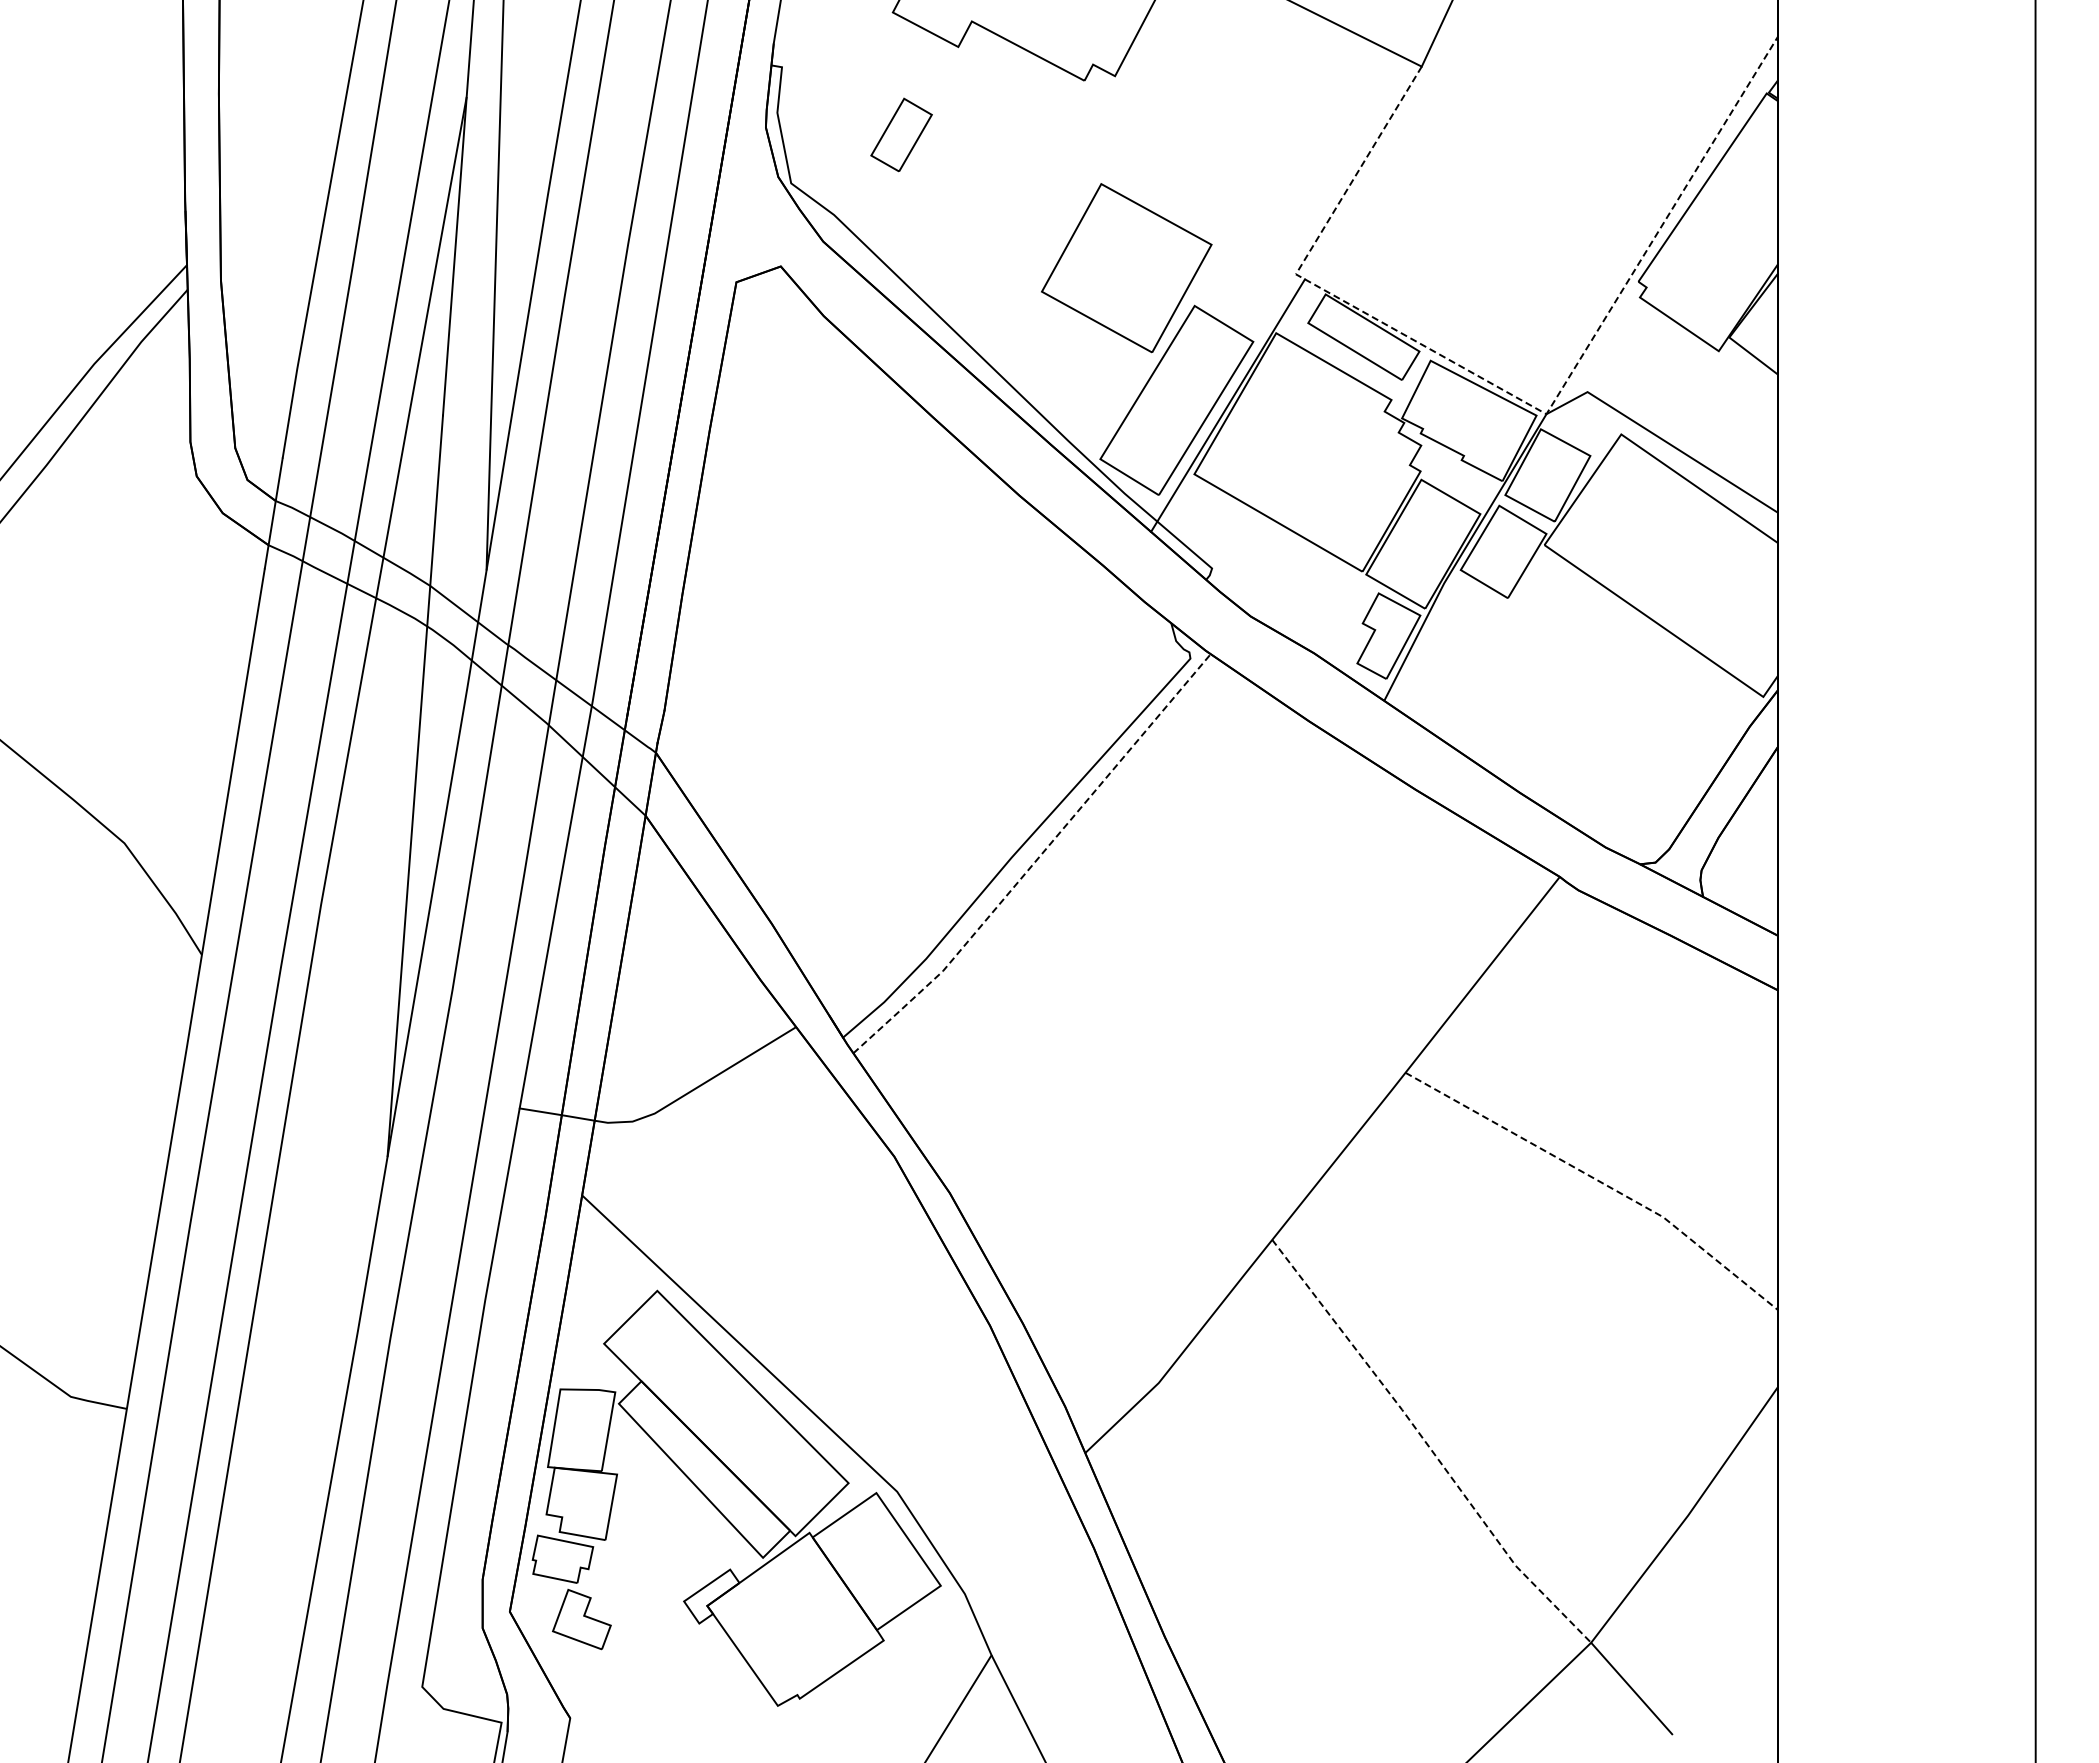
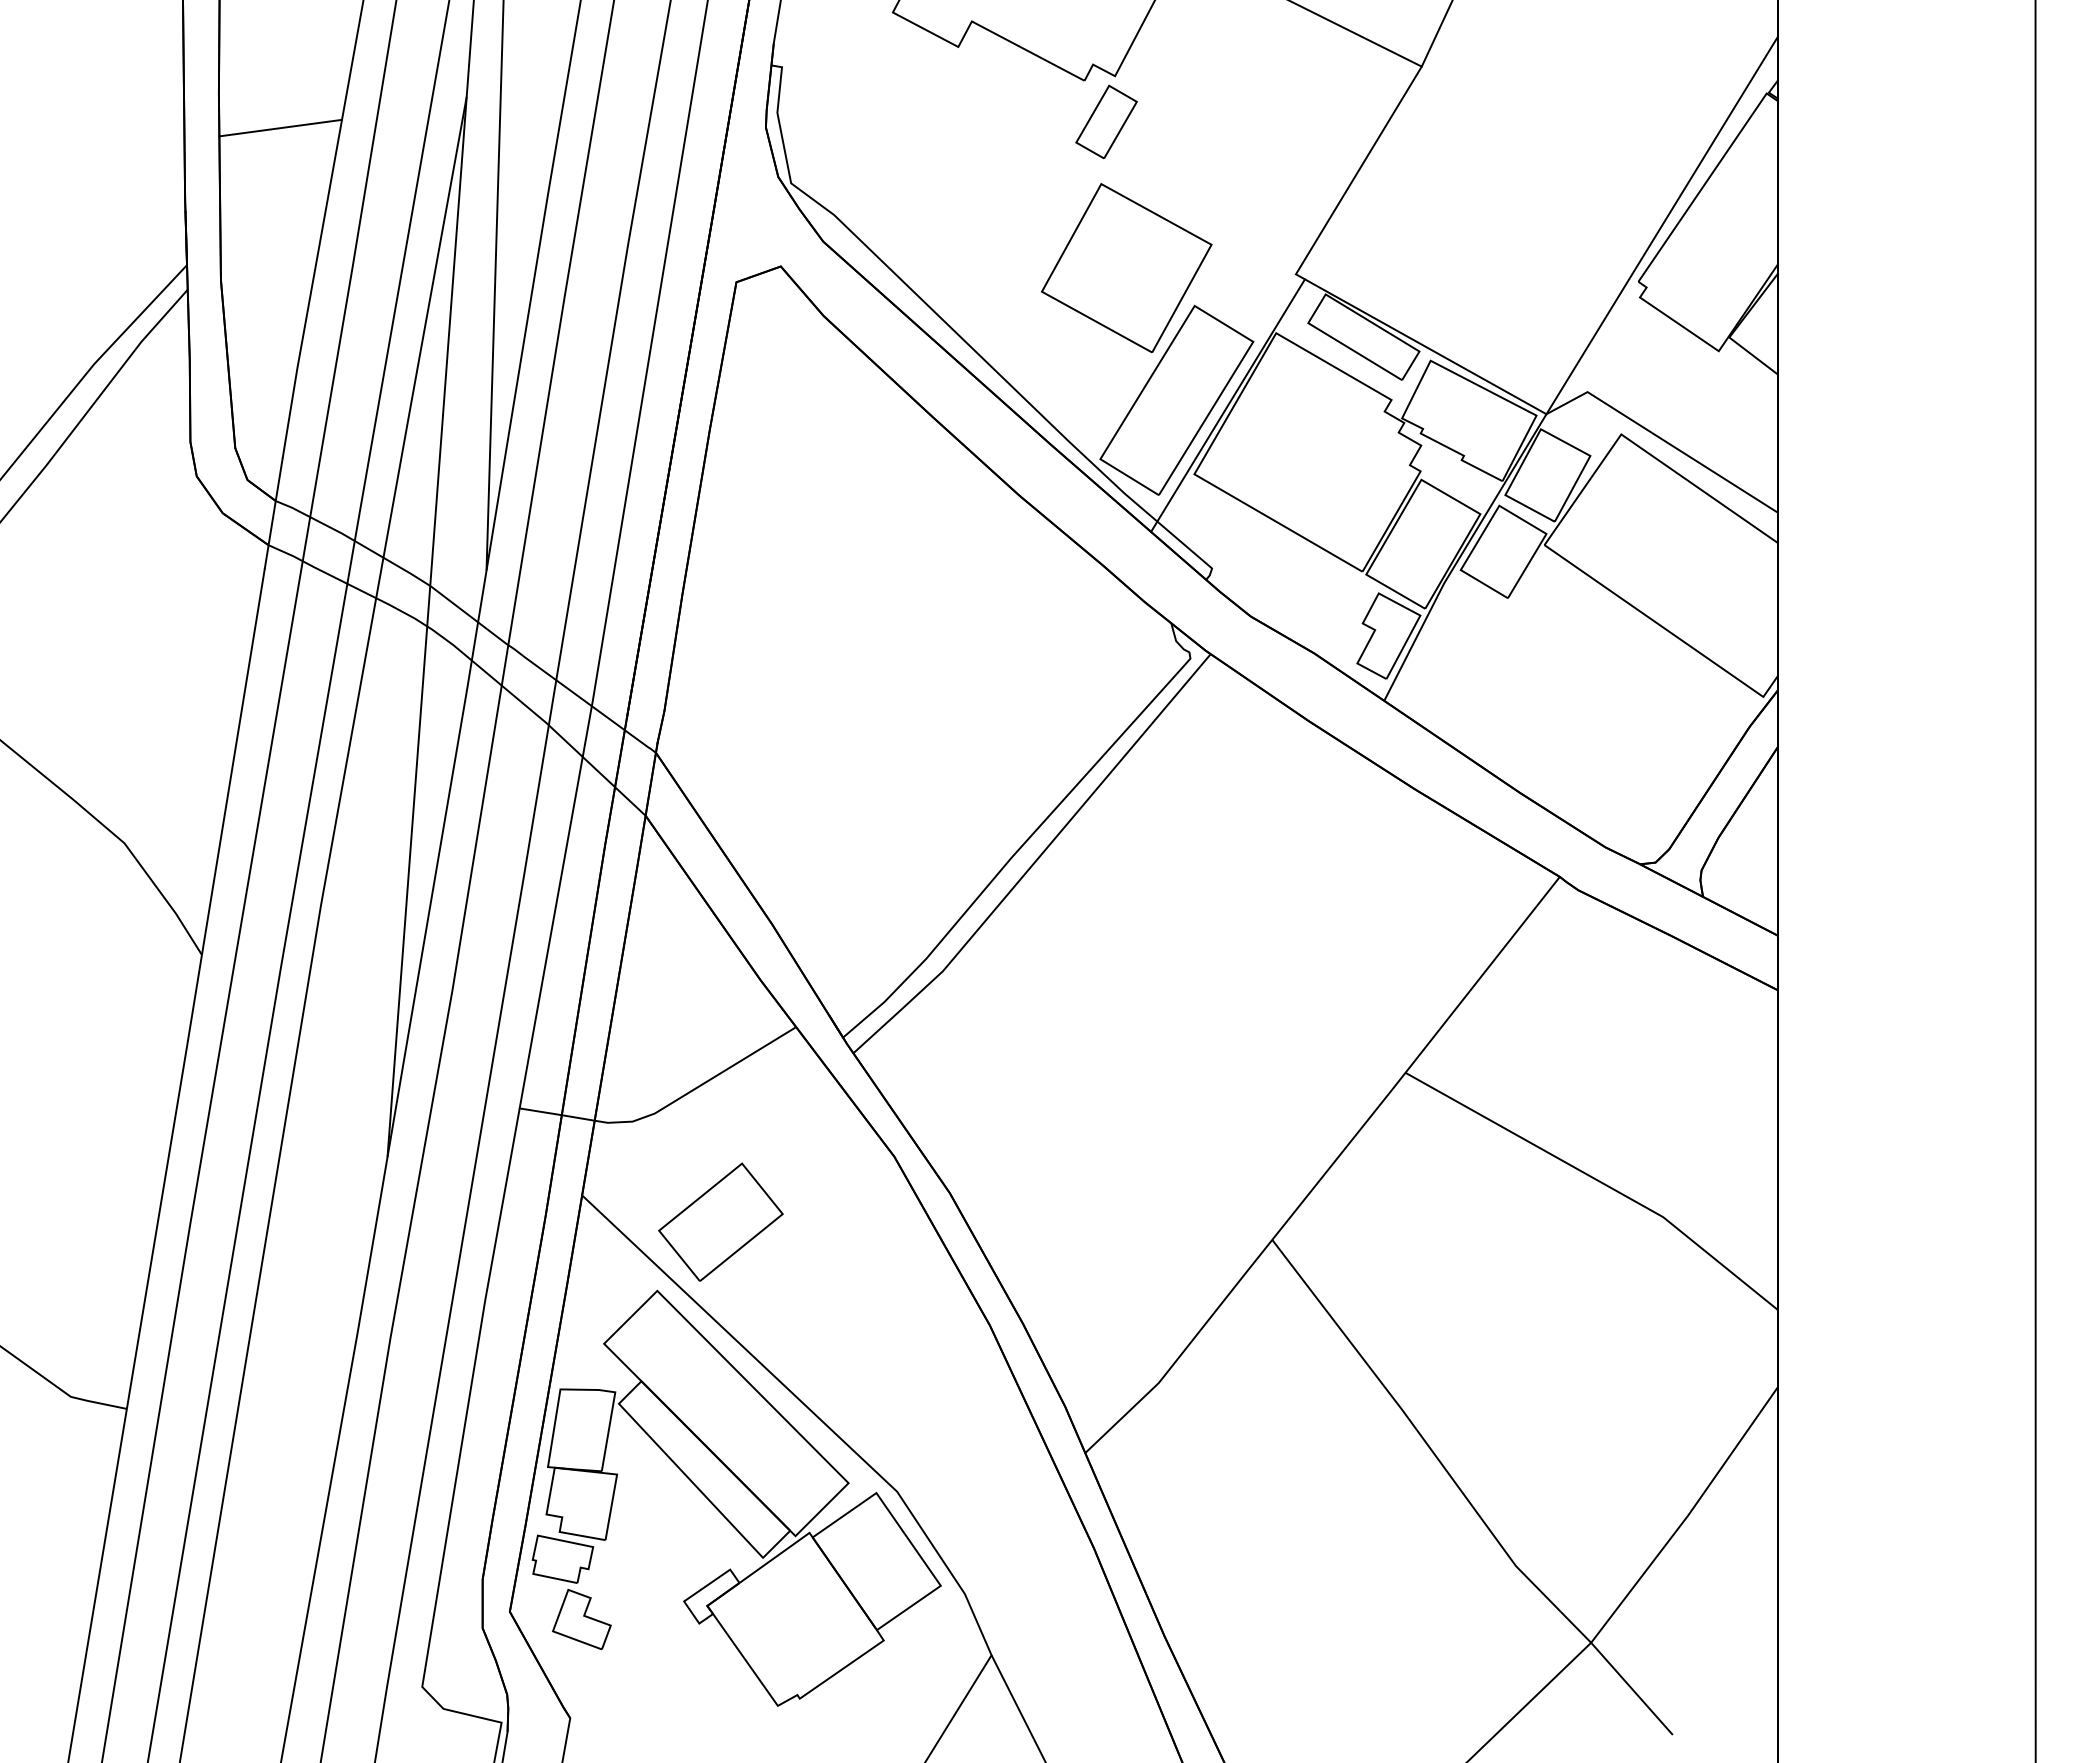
line at (280, 127): none -> present
part at (901, 134) position: (901, 134) -> (1106, 121)
line at (1508, 393): dashed -> solid
line at (1036, 860): dashed -> solid
line at (1599, 1181): dashed -> solid
part at (720, 1221): none -> present
line at (1427, 1445): dashed -> solid
